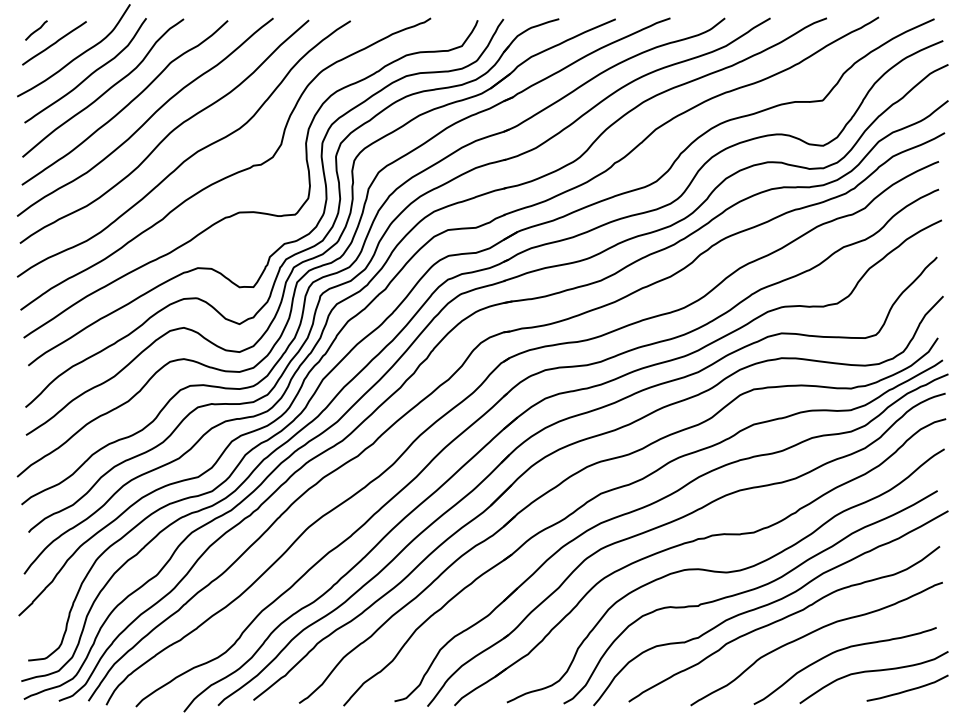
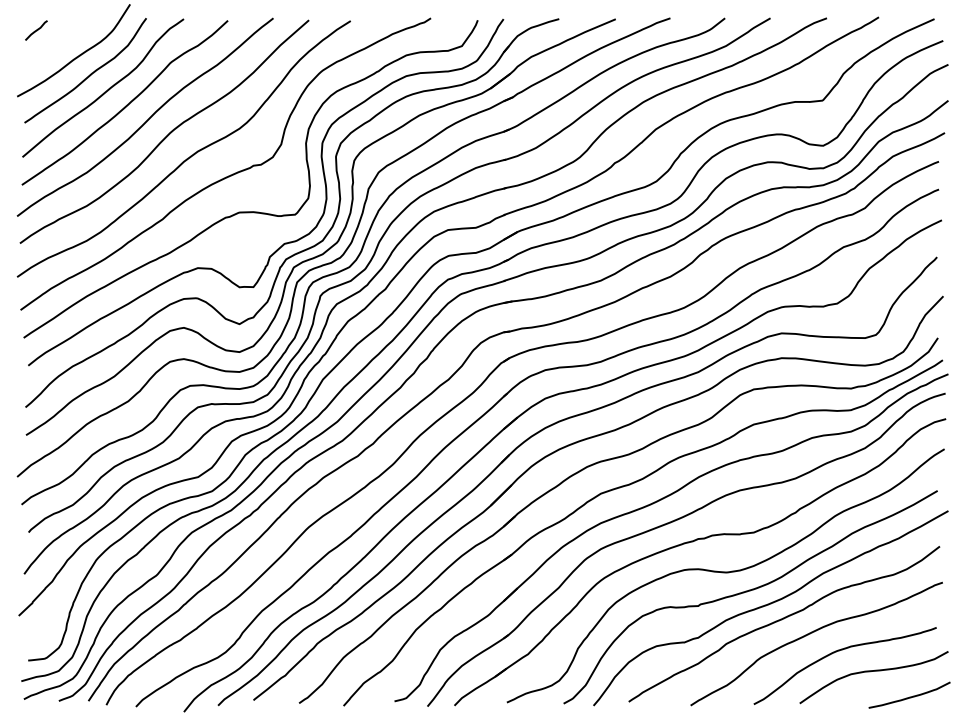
line at (54, 43): present -> none
curve at (907, 689) position: (907, 689) -> (909, 696)
